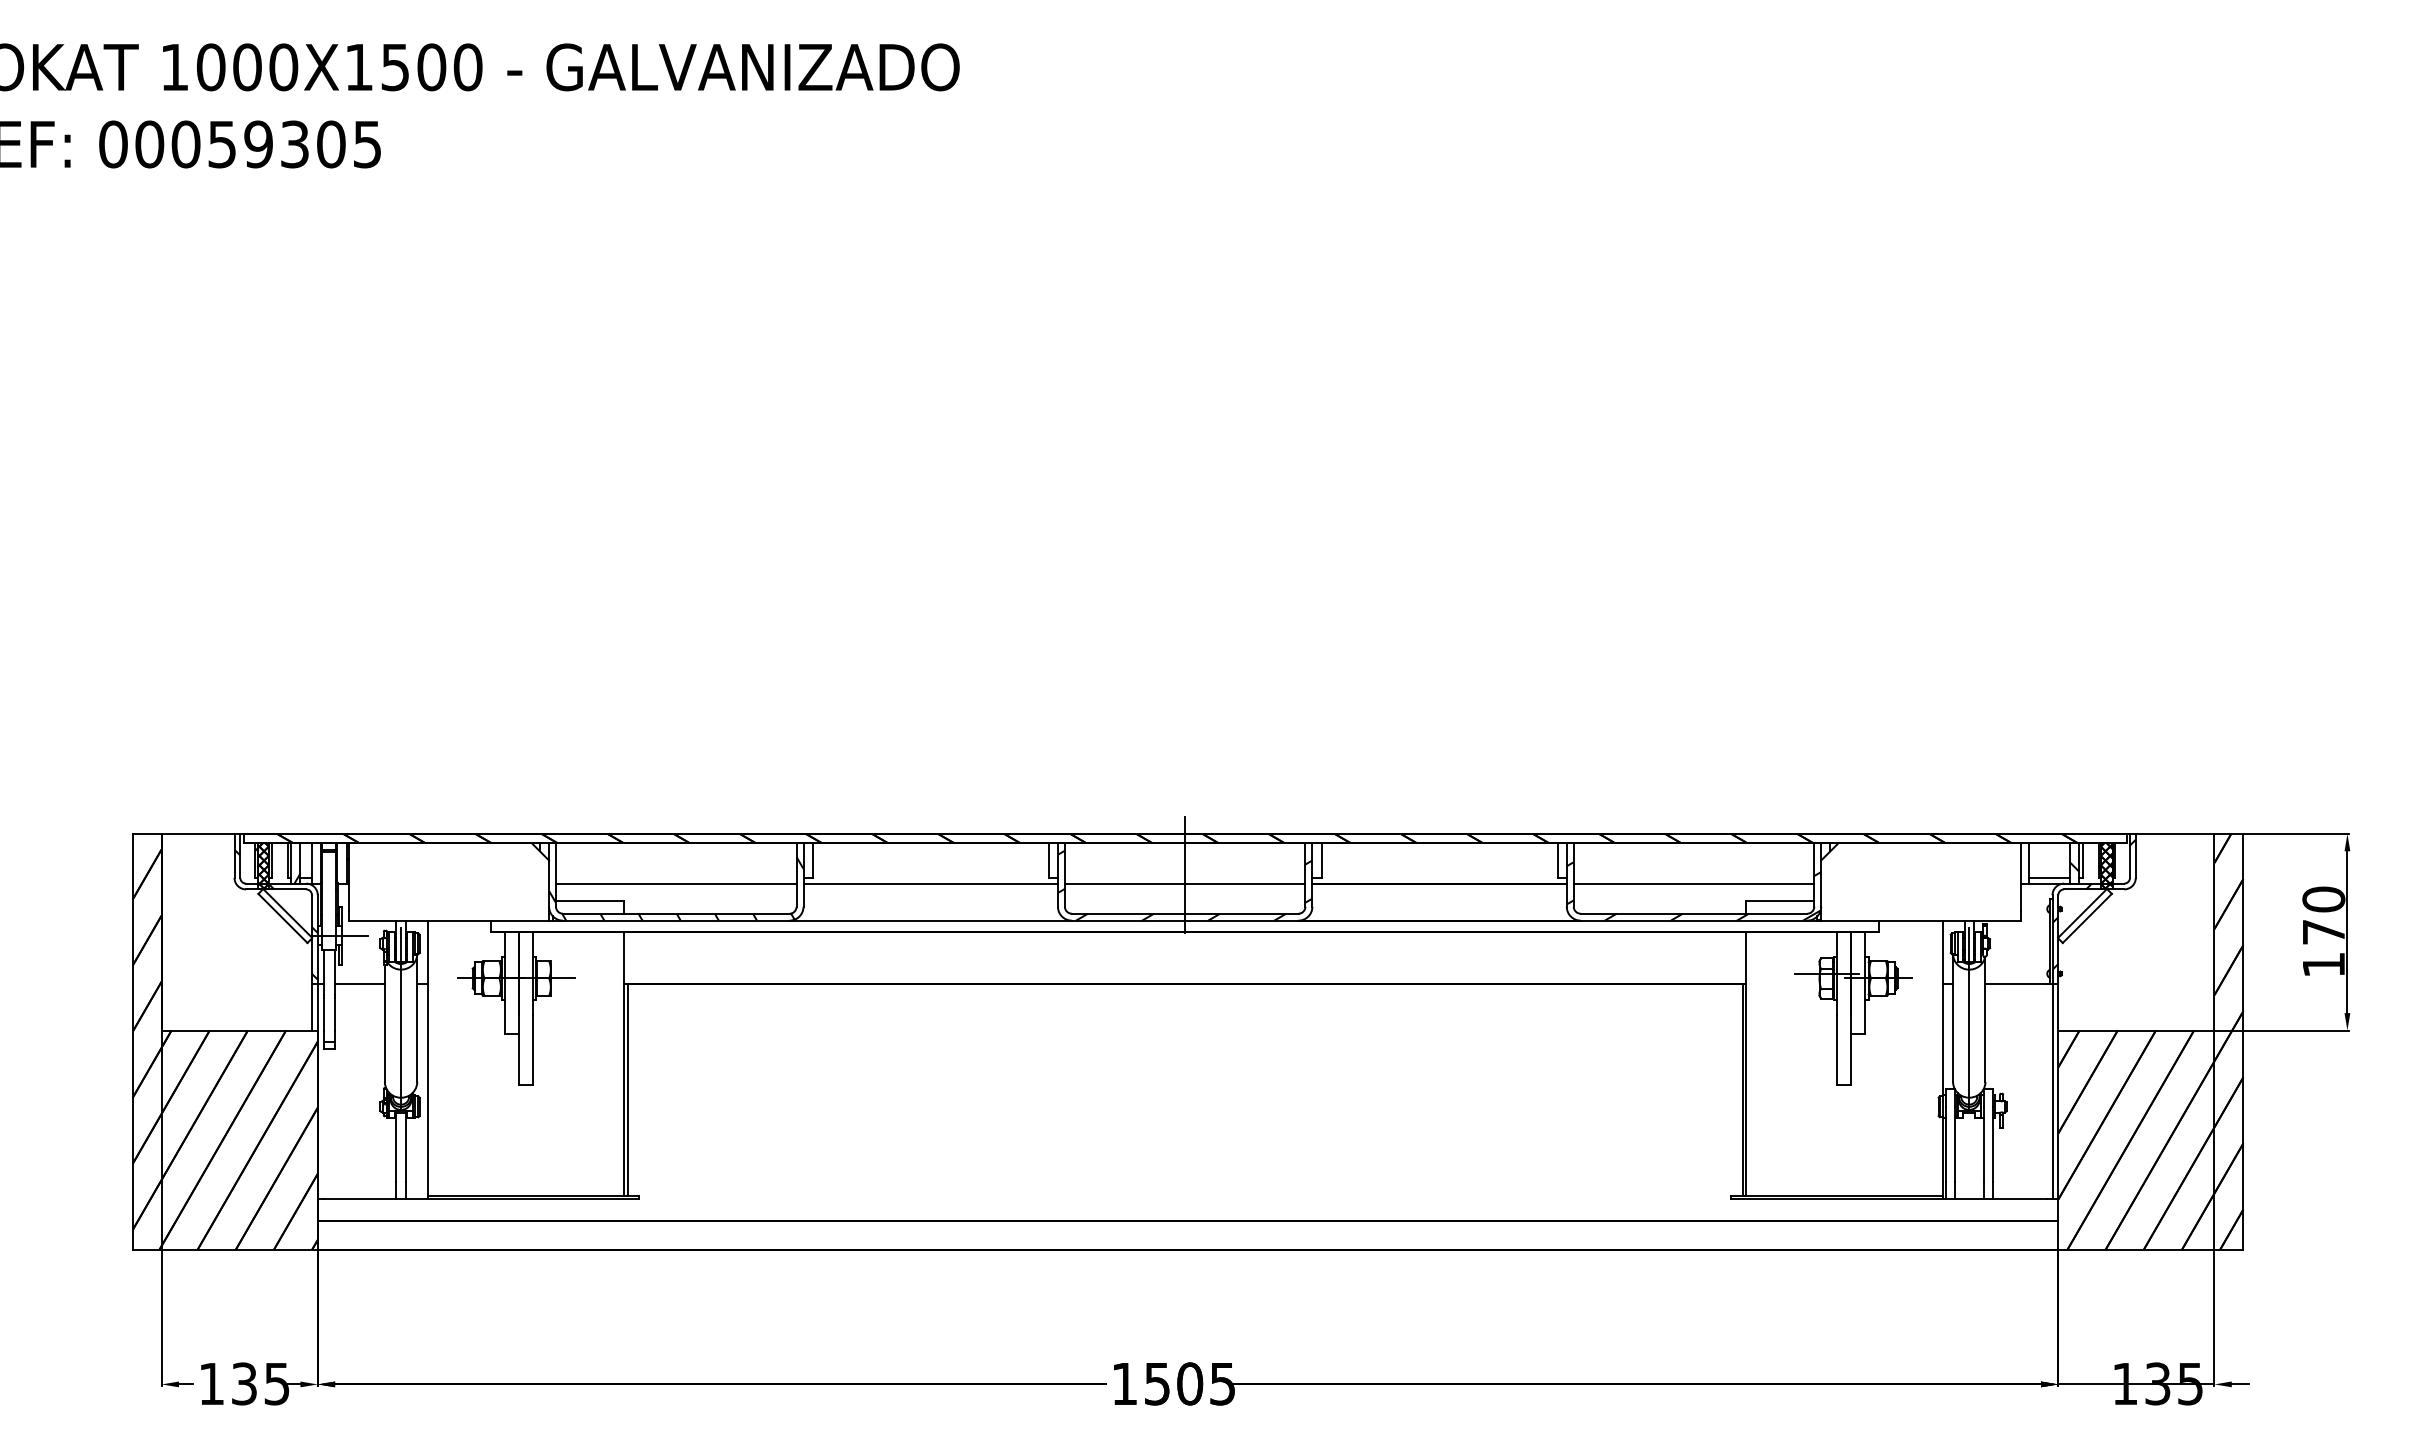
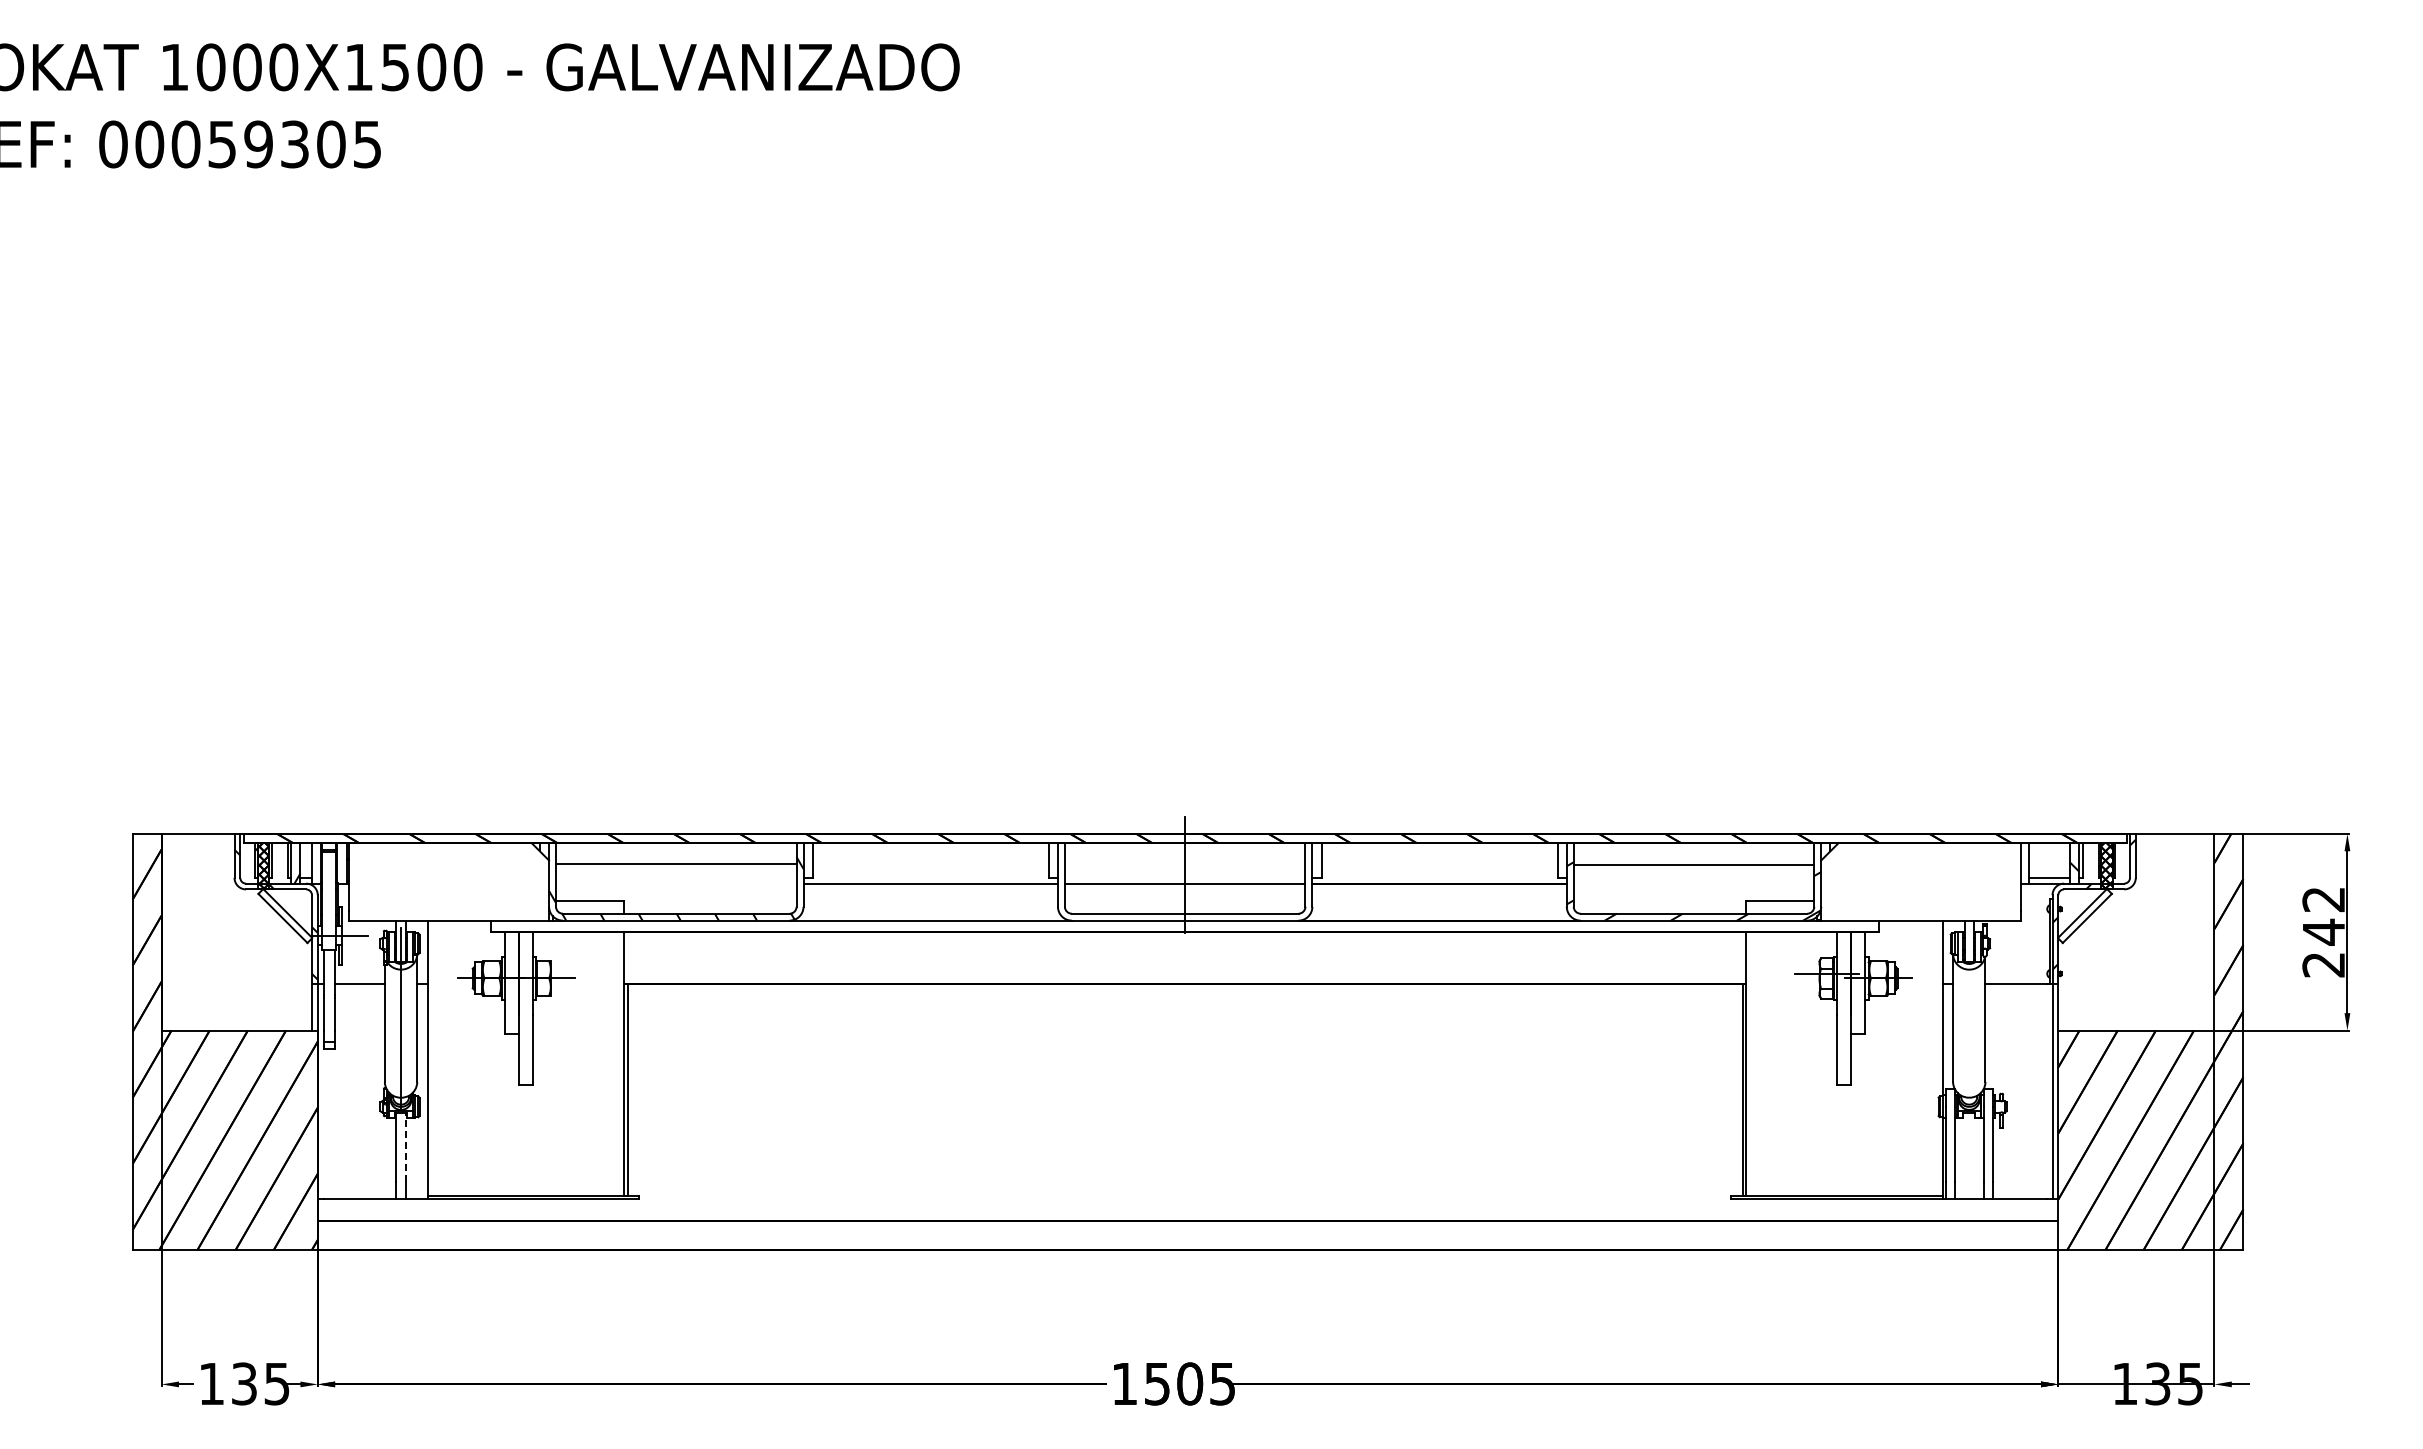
line at (676, 883) position: (676, 883) -> (676, 863)
line at (1693, 883) position: (1693, 883) -> (1693, 864)
hatch at (1184, 885): present -> none
text at (2323, 931): 170 -> 242
line at (1969, 1017): present -> none
line at (405, 1147): solid -> dashed
